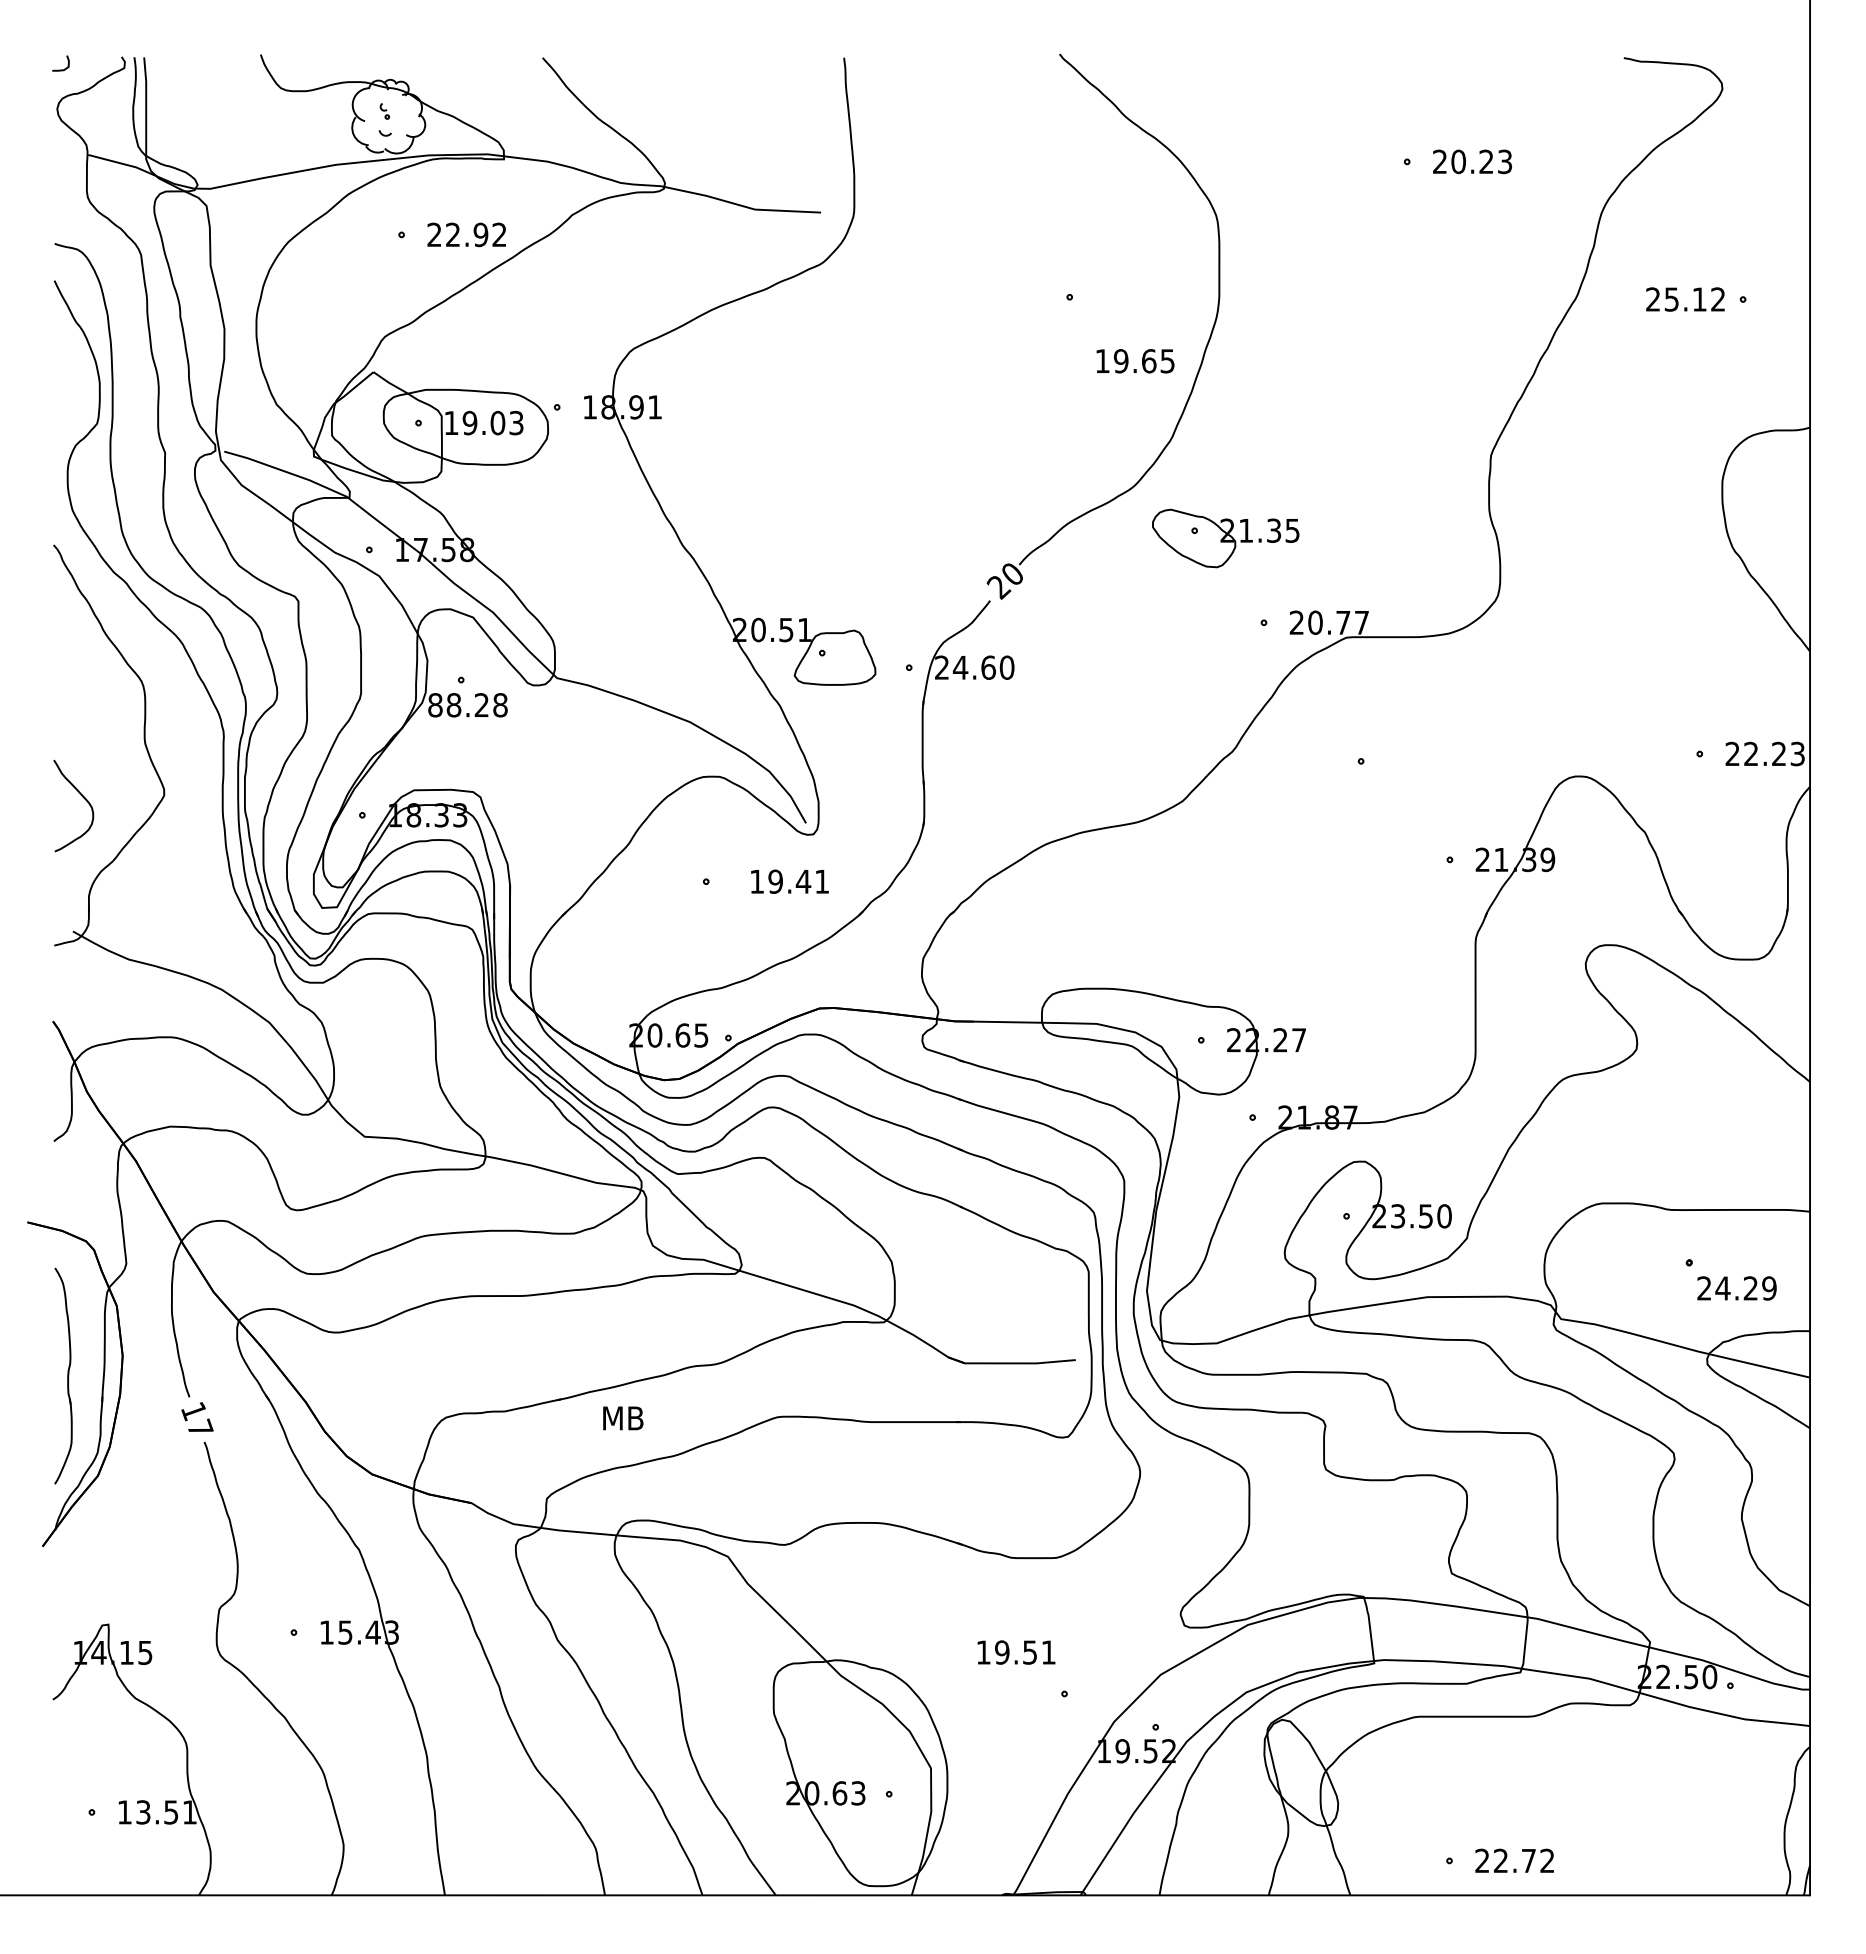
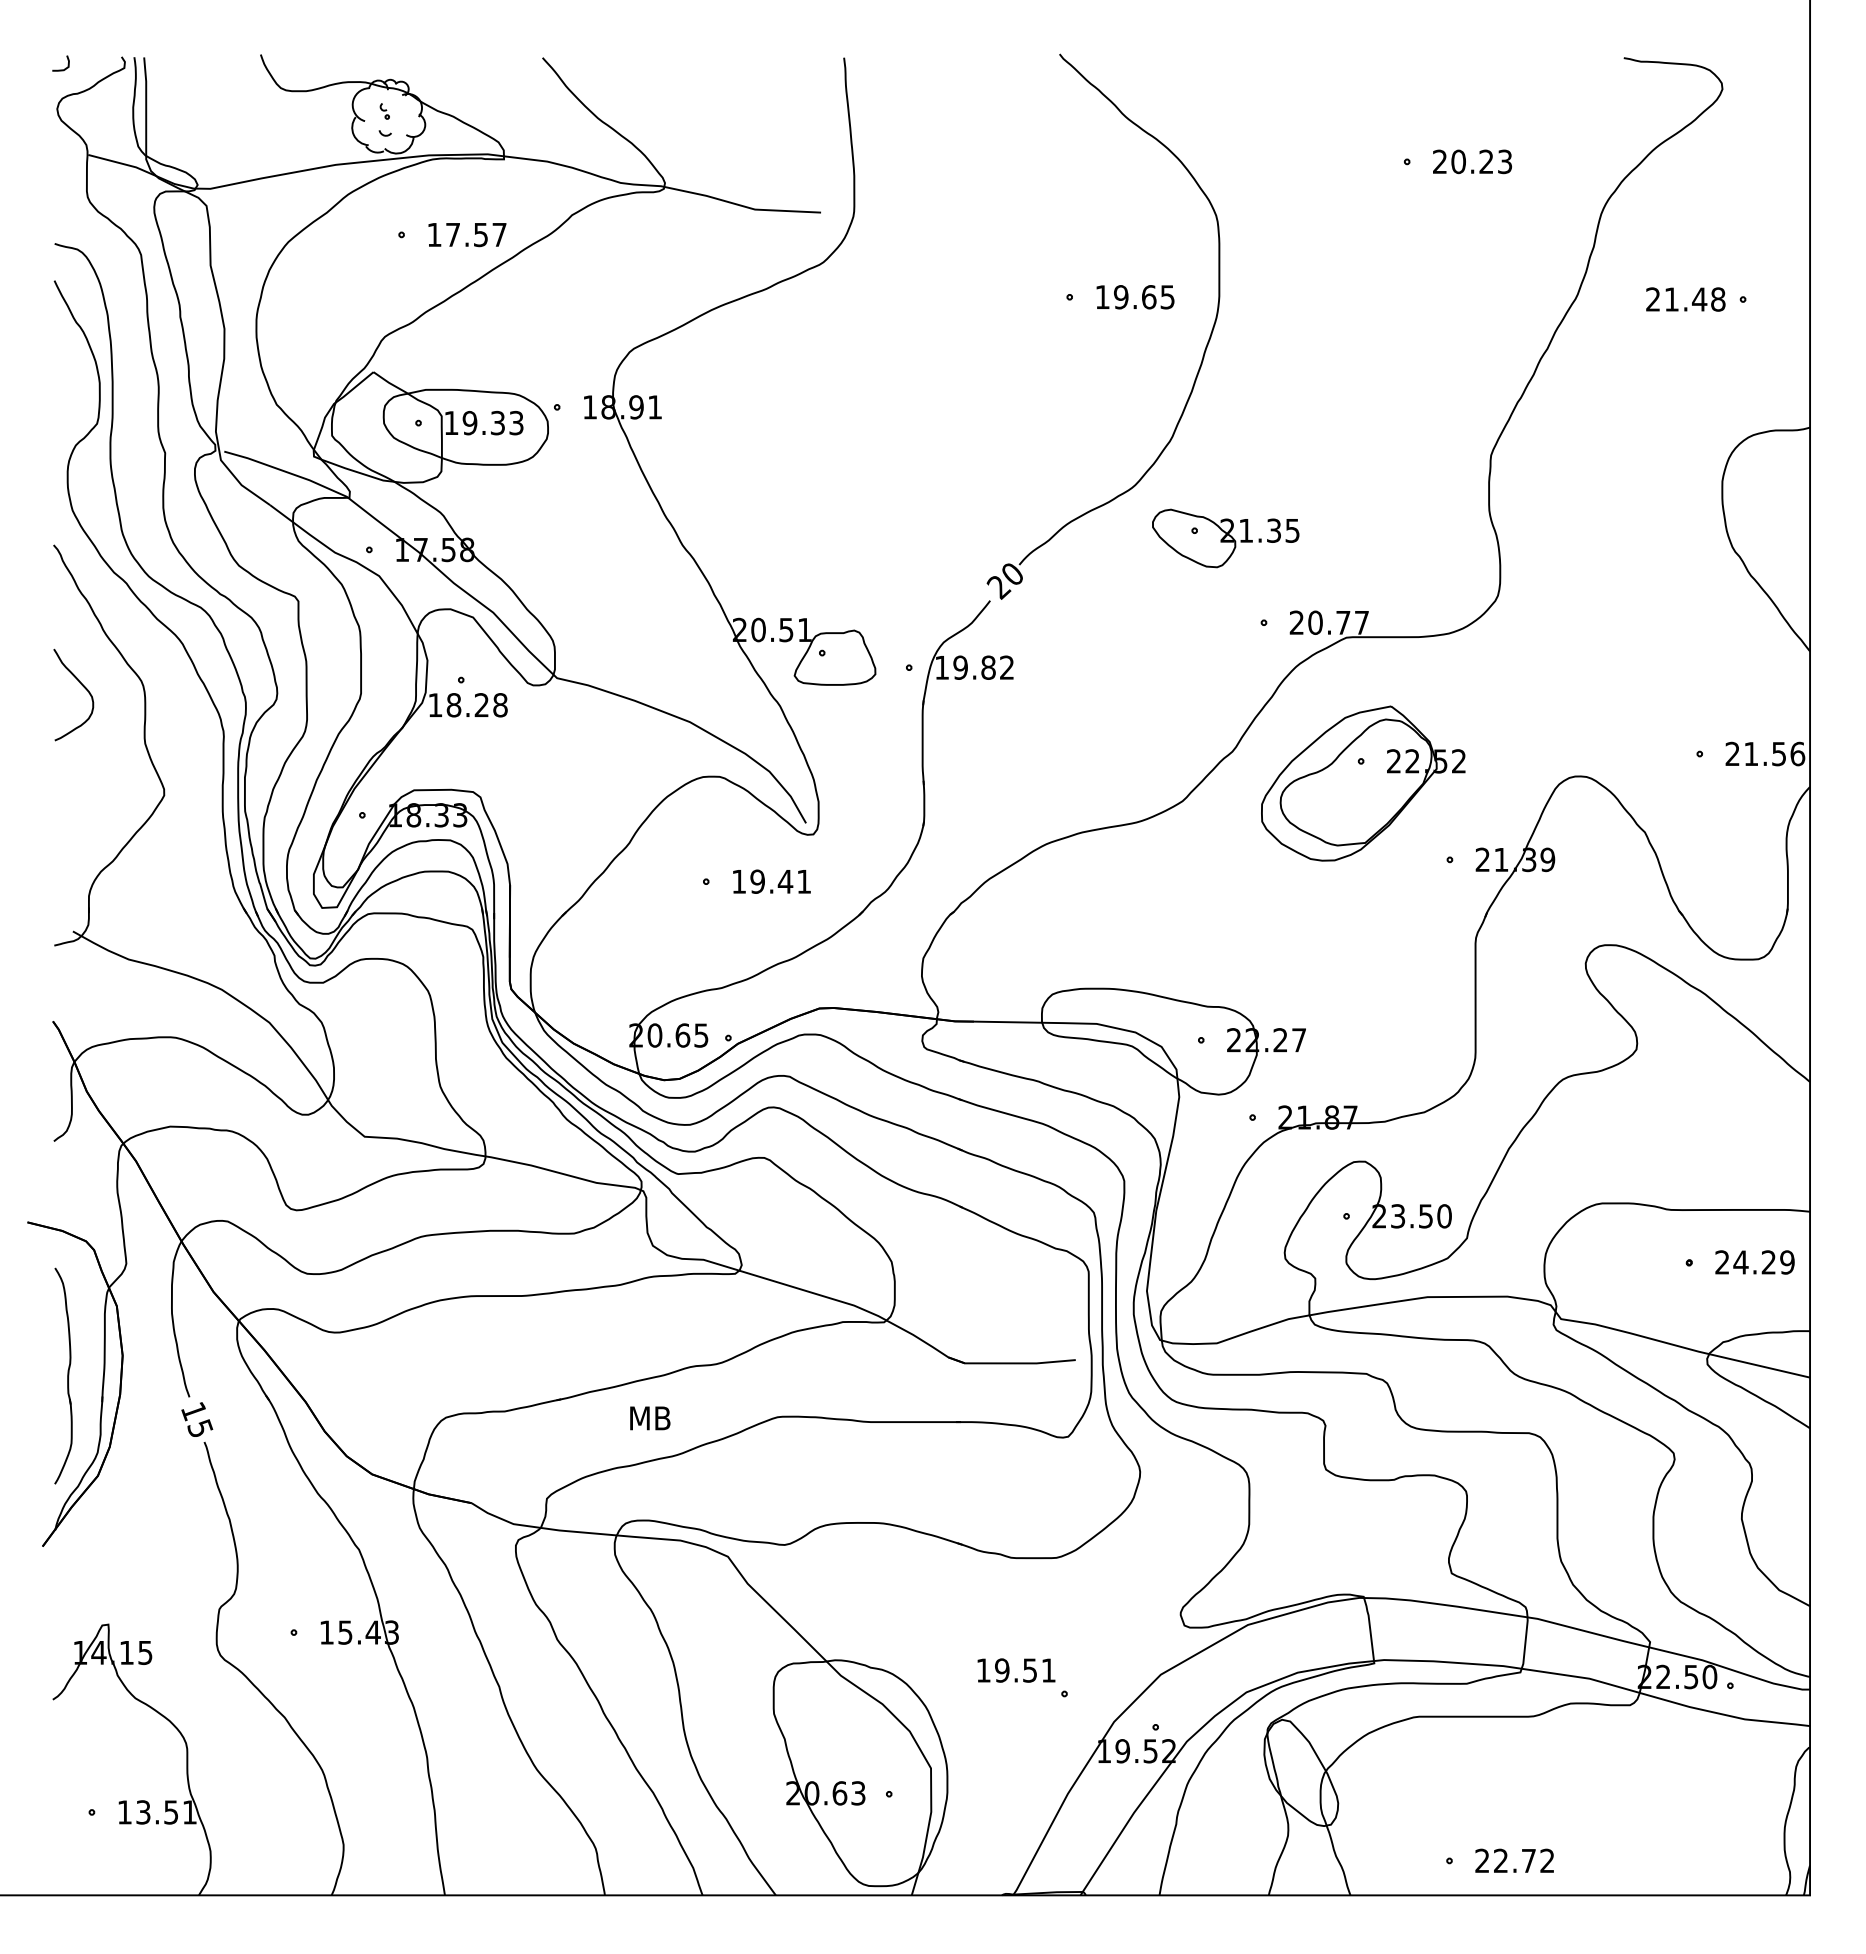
text at (466, 234): 22.92 -> 17.57
text at (1694, 299): 25.12 -> 21.48
text at (1135, 361) position: (1135, 361) -> (1135, 297)
text at (497, 423): 19.03 -> 19.33
text at (974, 667): 24.60 -> 19.82
text at (435, 705): 88.28 -> 18.28
text at (1774, 753): 22.23 -> 21.56
part at (1363, 783): none -> present
curve at (81, 796) position: (81, 796) -> (81, 685)
text at (789, 881) position: (789, 881) -> (771, 881)
text at (1736, 1288) position: (1736, 1288) -> (1754, 1262)
text at (623, 1418) position: (623, 1418) -> (650, 1418)
text at (200, 1427): 17 -> 15
text at (1016, 1652) position: (1016, 1652) -> (1016, 1670)
